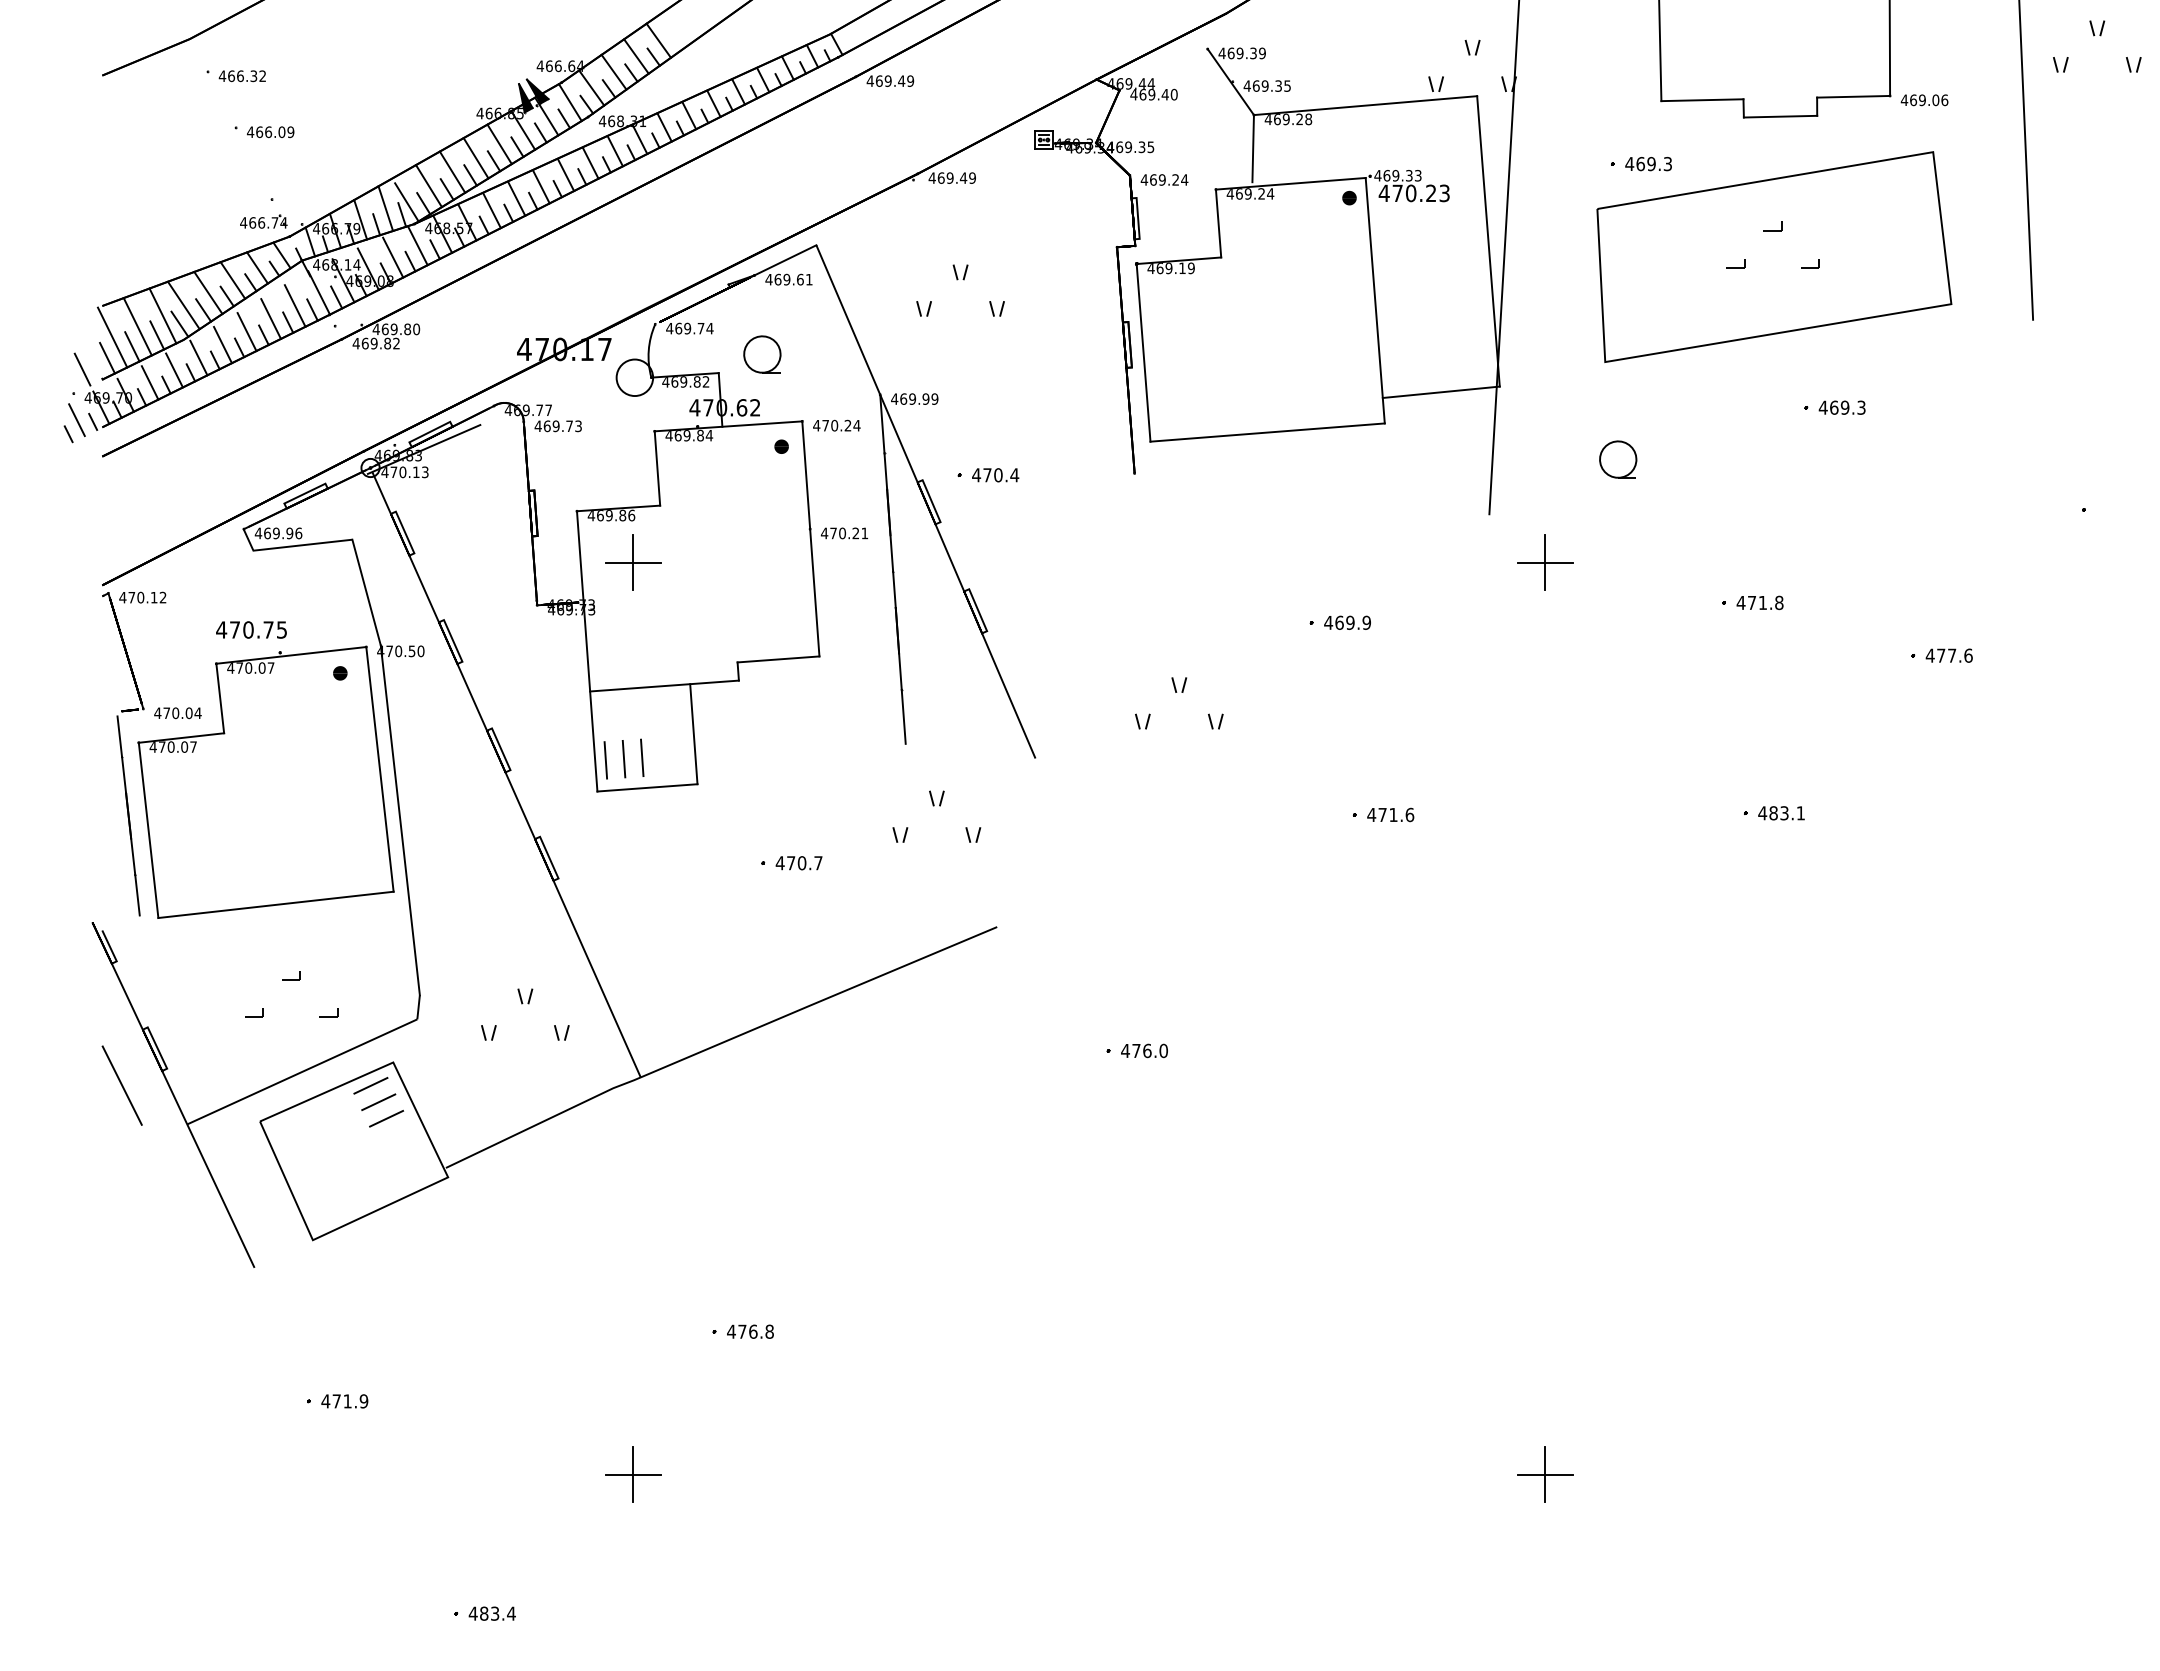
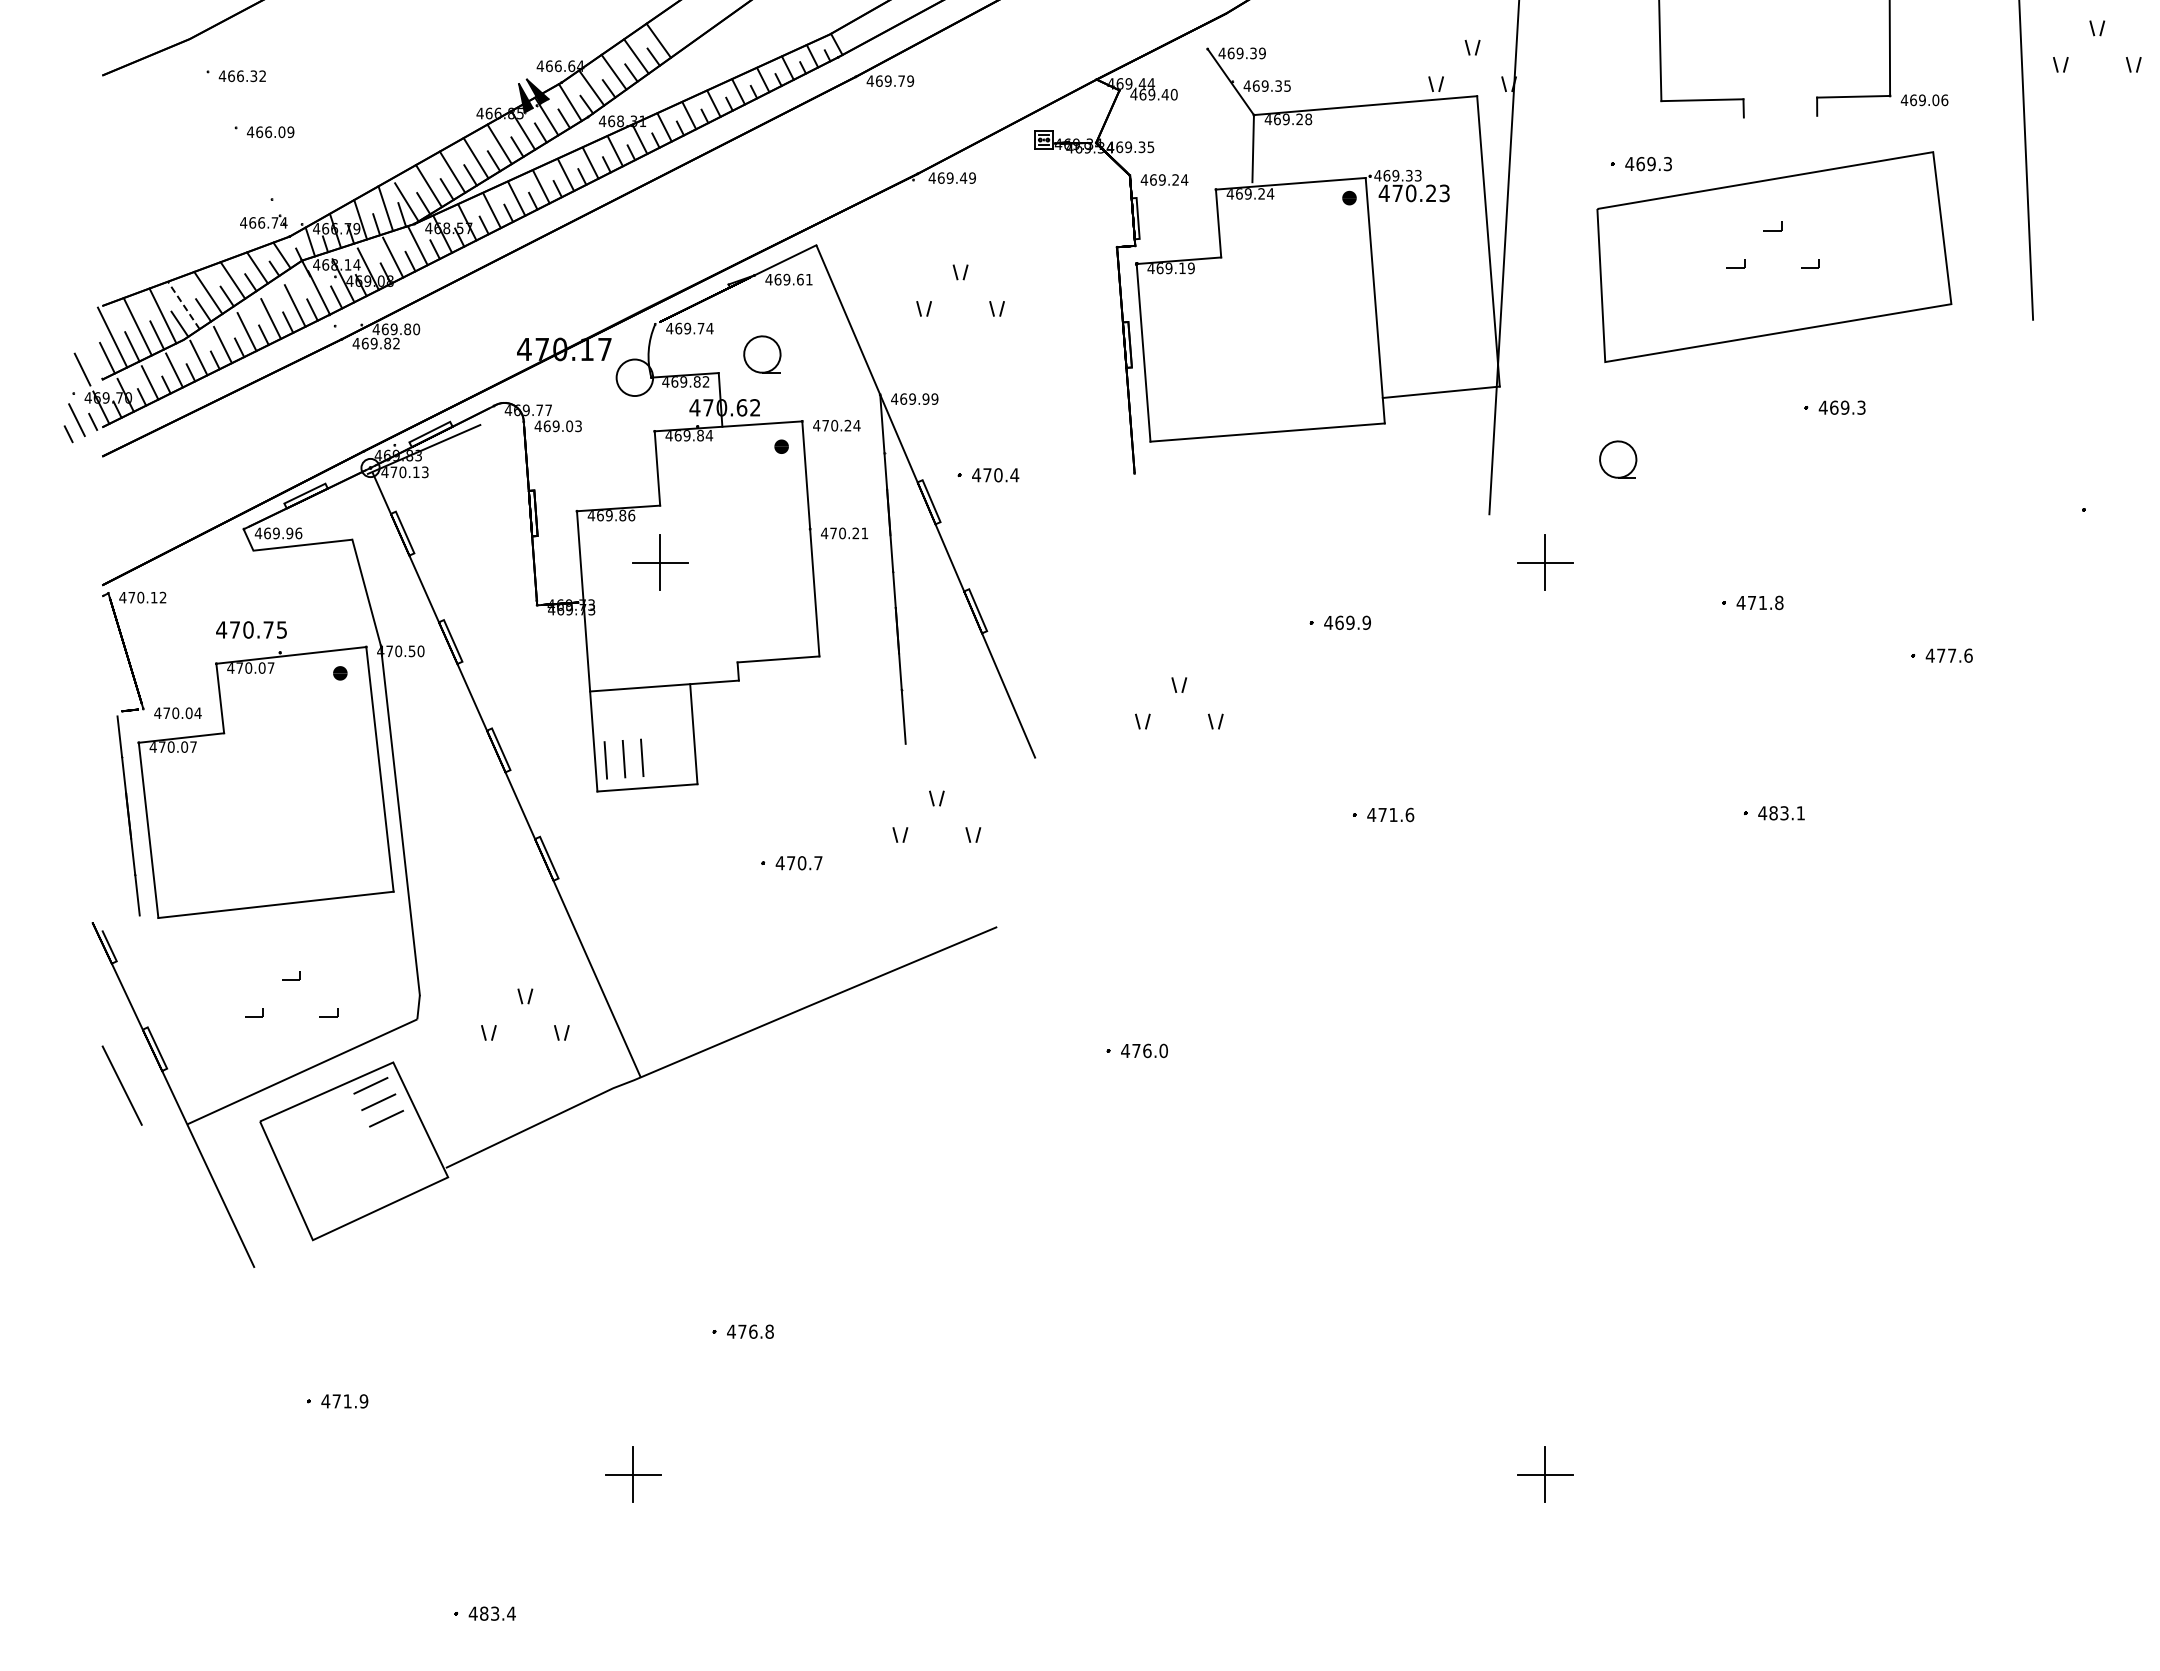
text at (901, 80): 469.49 -> 469.79
line at (1780, 116): present -> none
line at (183, 305): solid -> dashed
text at (569, 426): 469.73 -> 469.03
part at (633, 562) position: (633, 562) -> (660, 562)
